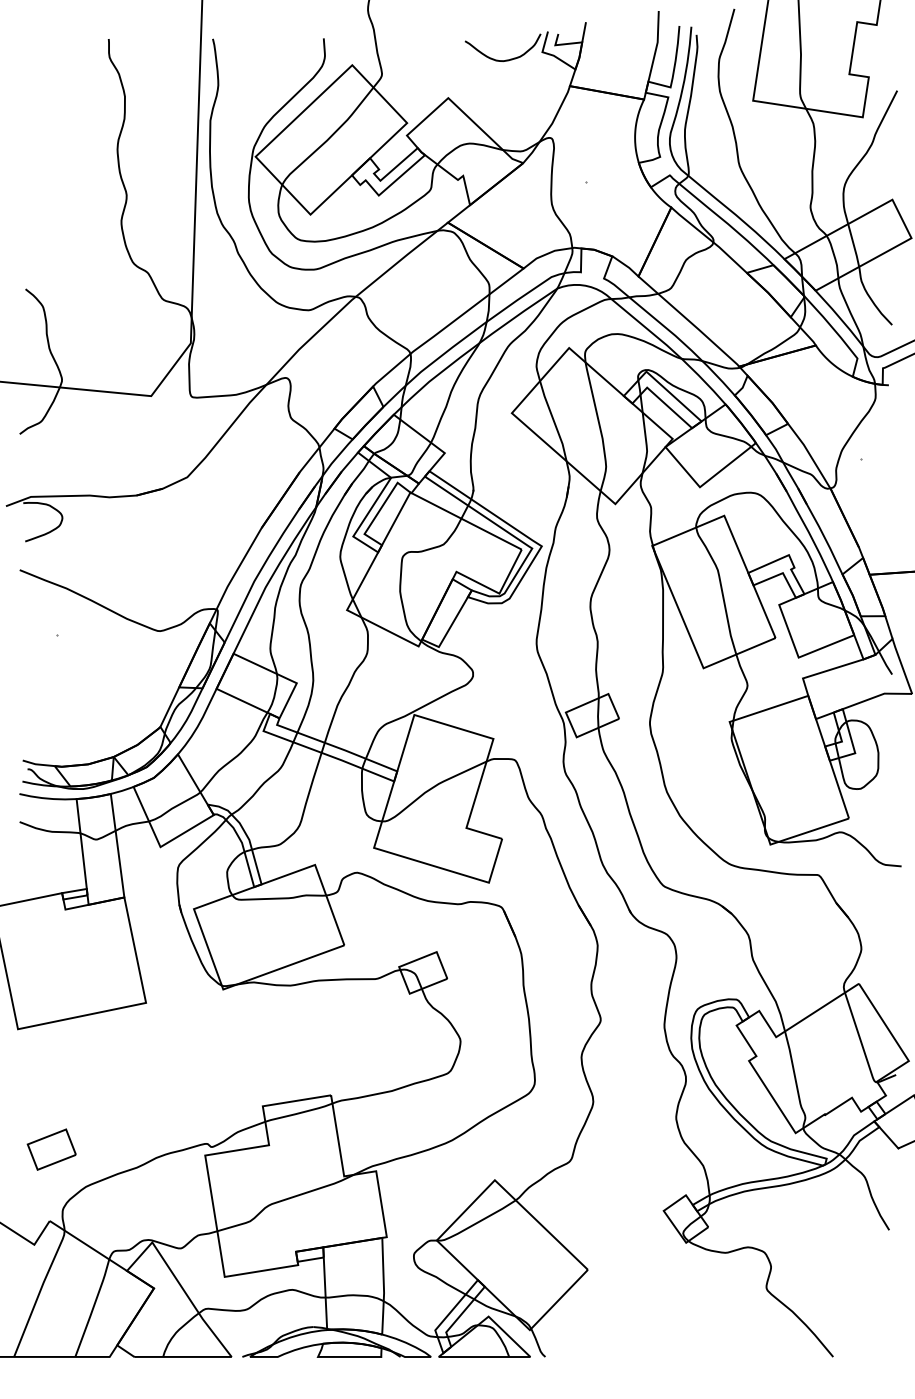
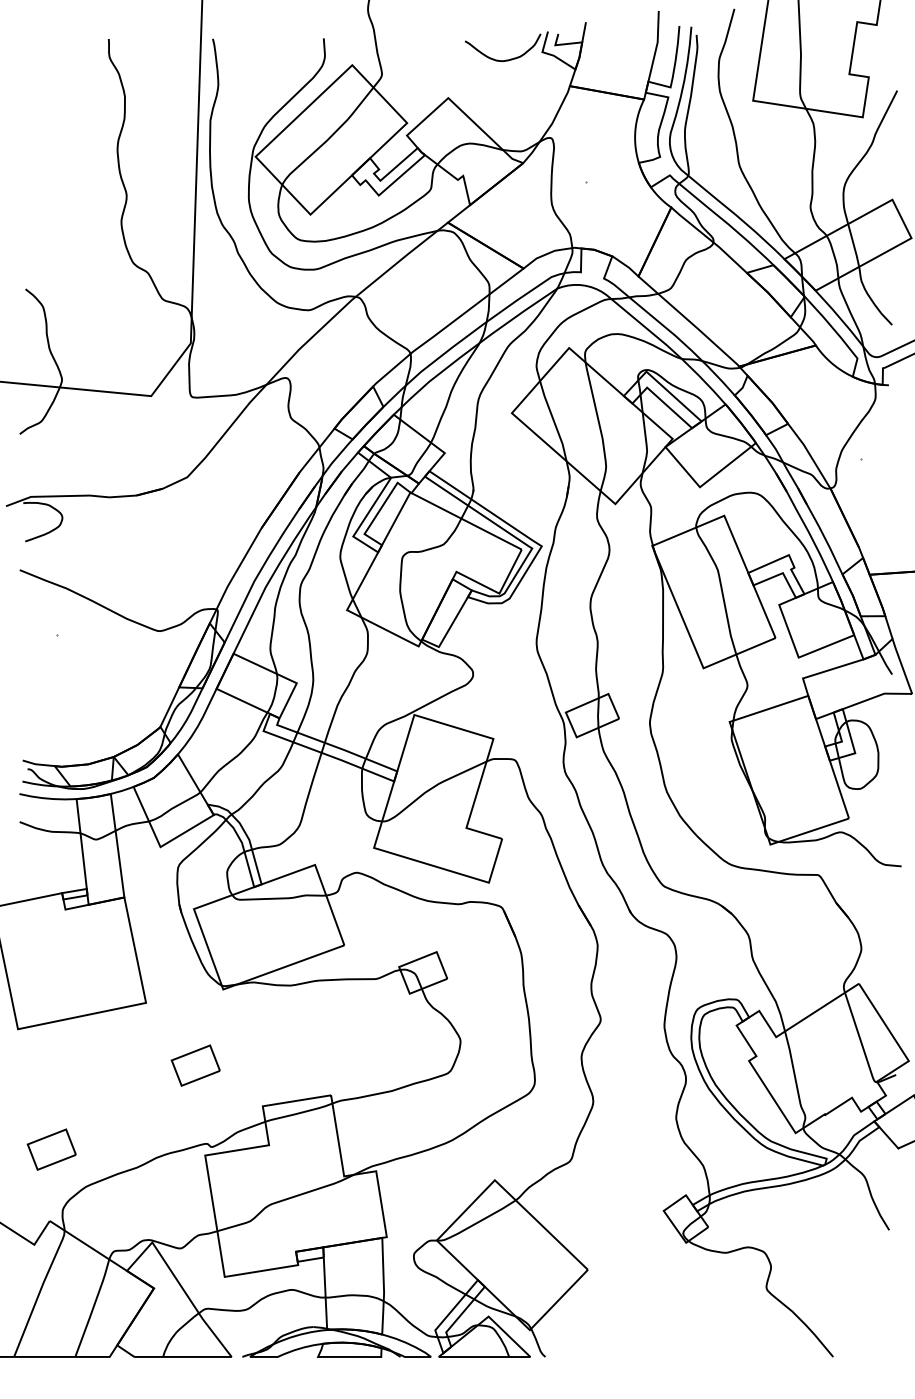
part at (195, 1065): none -> present
